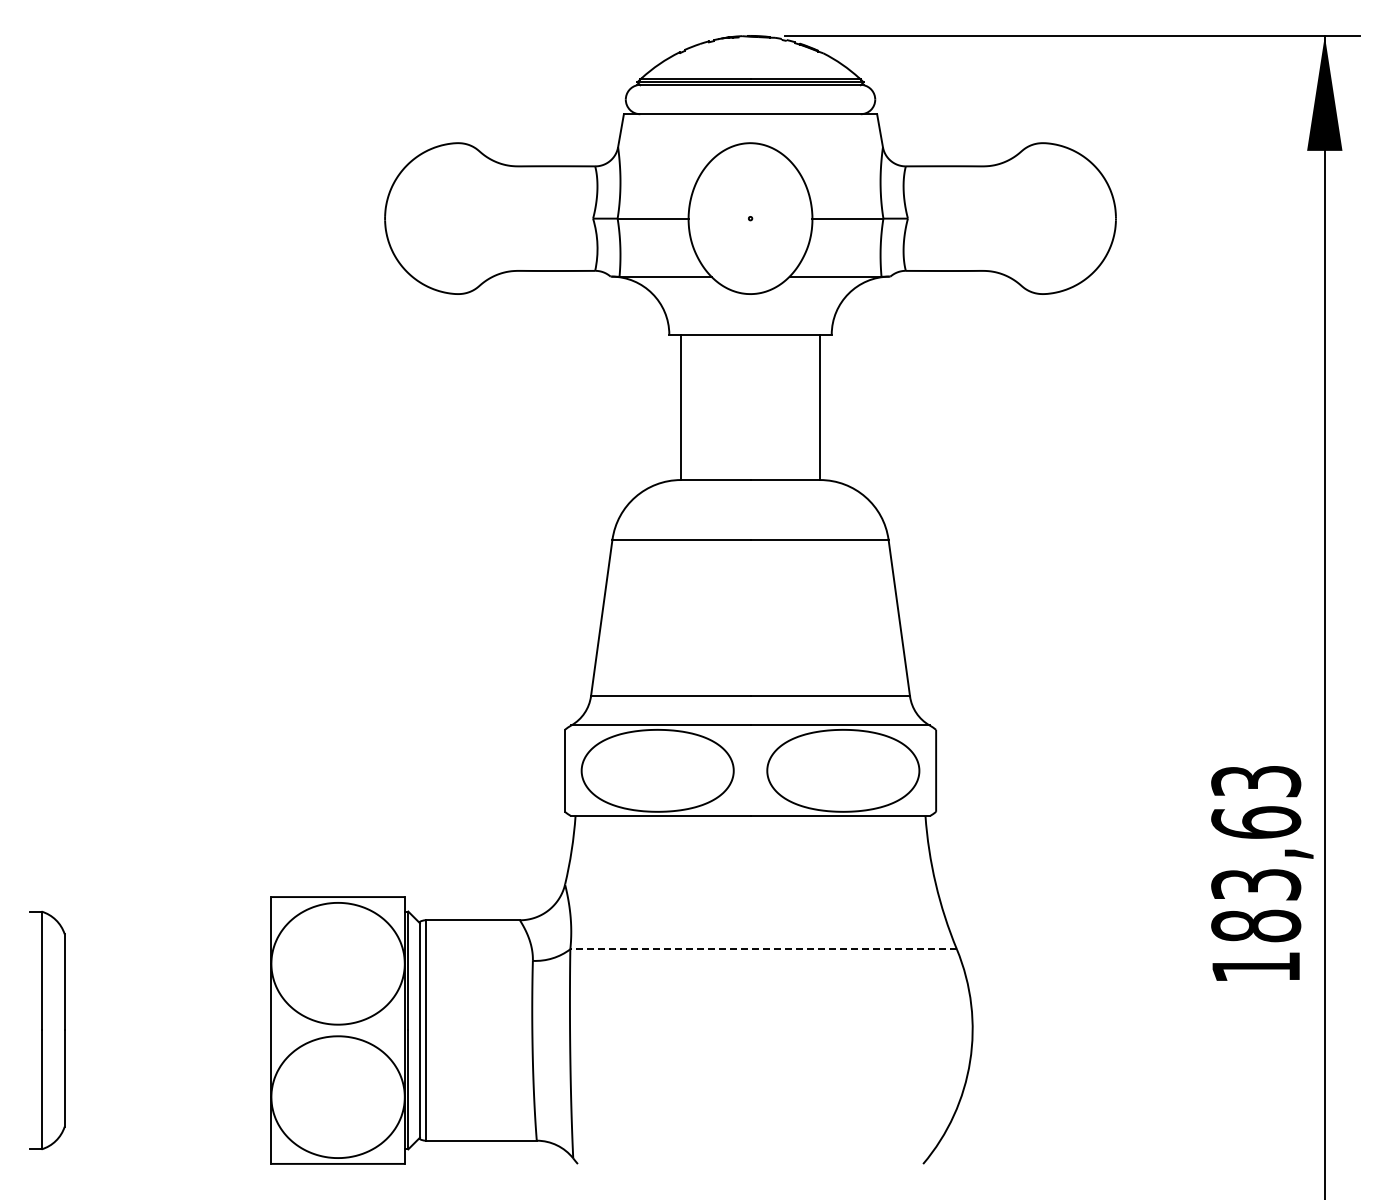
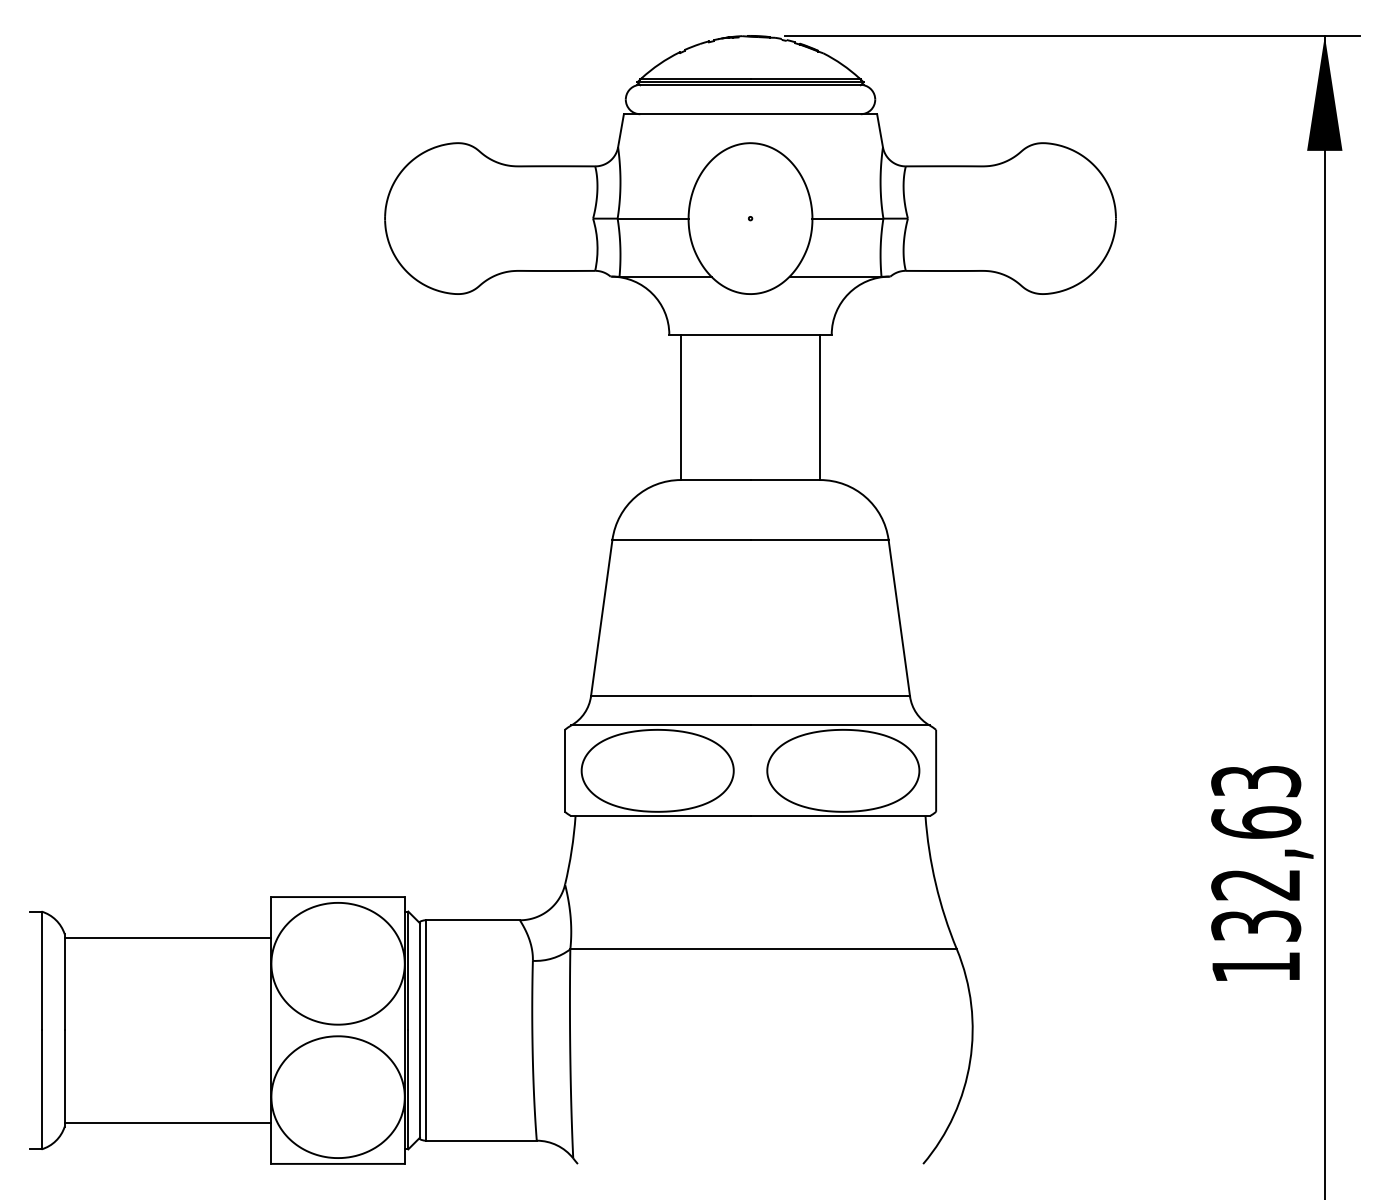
text at (1256, 905): 183,63 -> 132,63
line at (167, 937): none -> present
line at (763, 949): dashed -> solid
line at (167, 1123): none -> present
